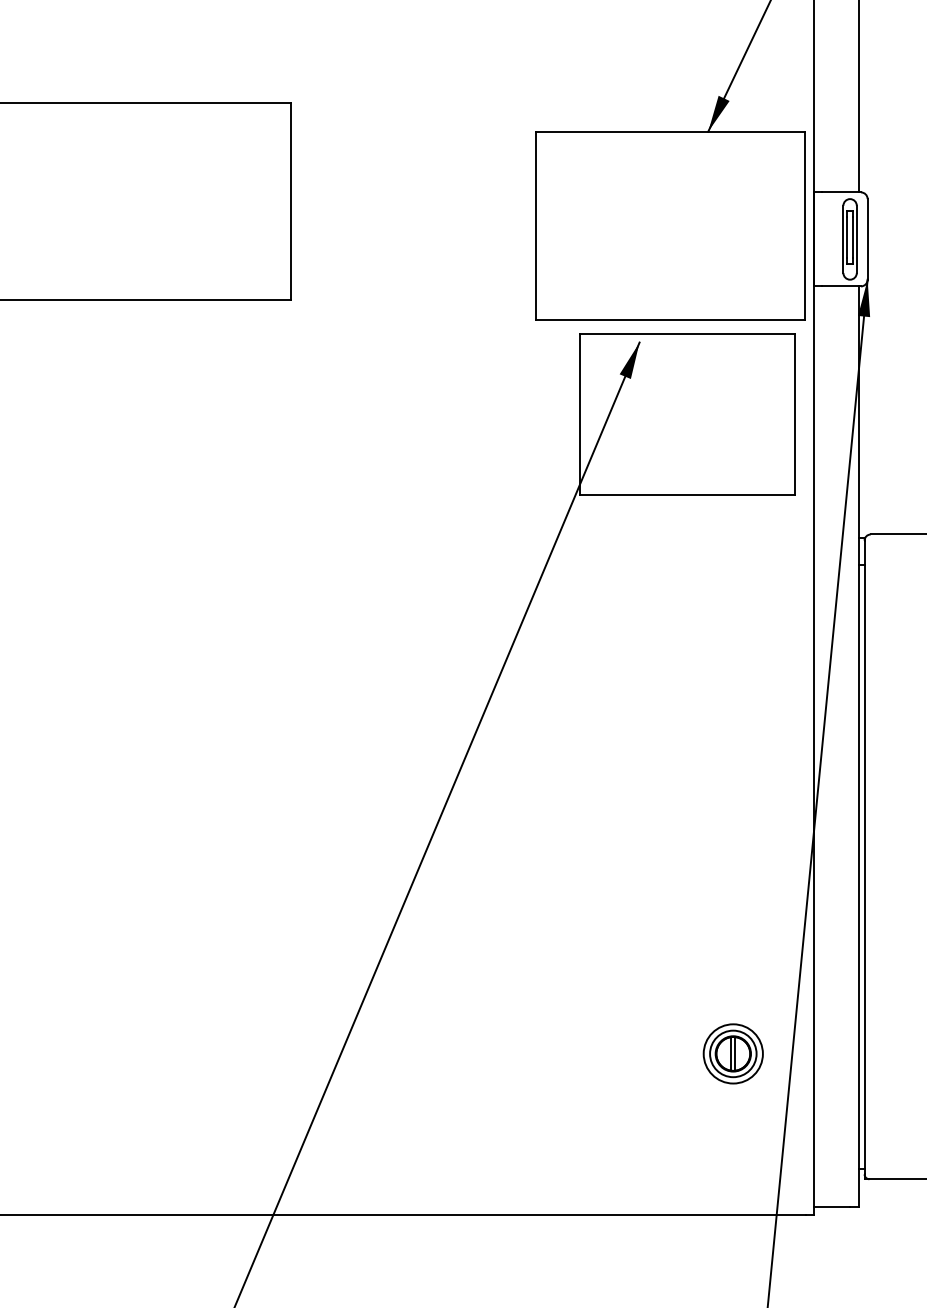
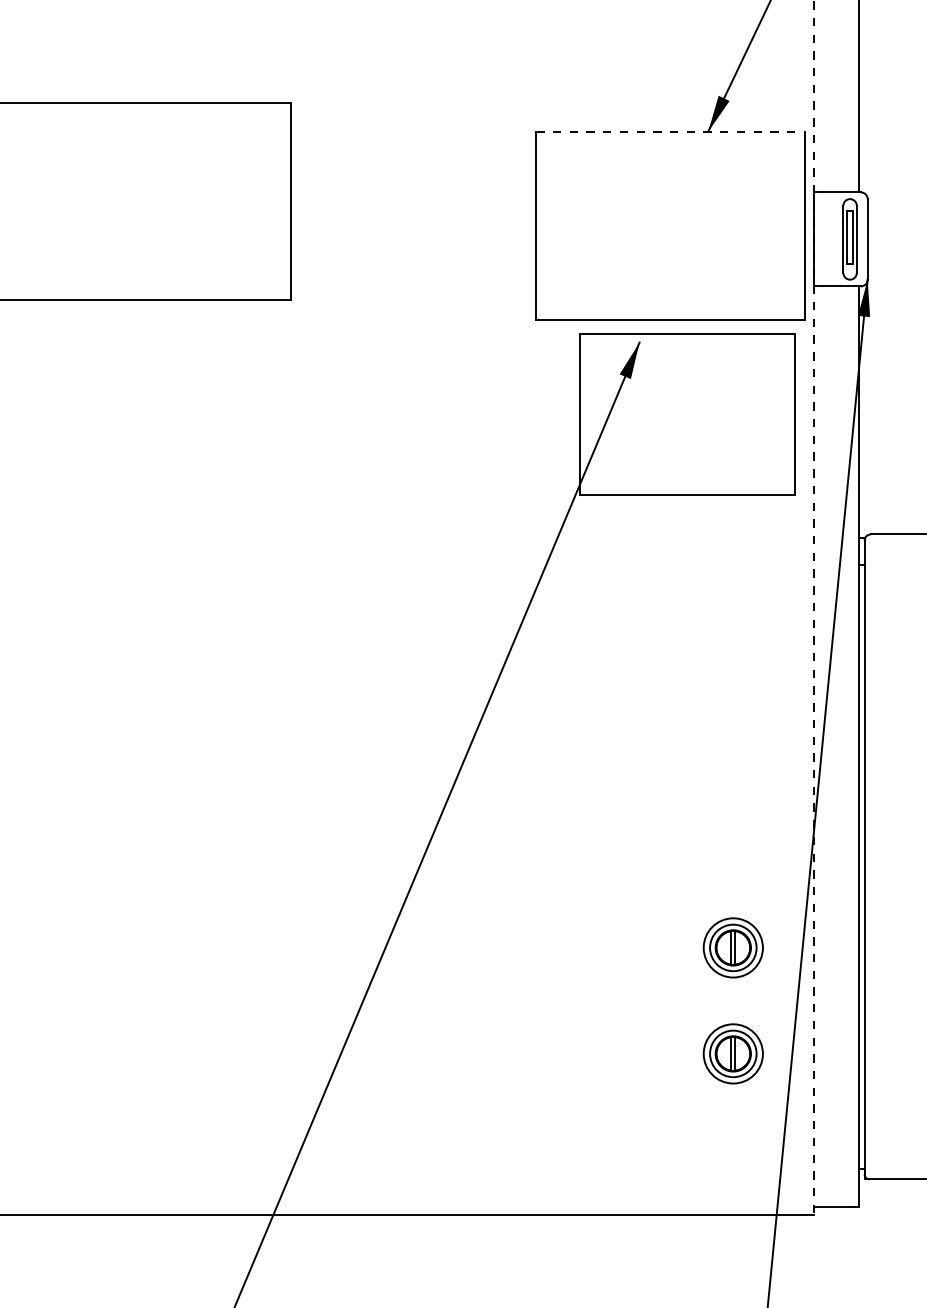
line at (671, 131): solid -> dashed
line at (813, 608): solid -> dashed
part at (732, 947): none -> present
